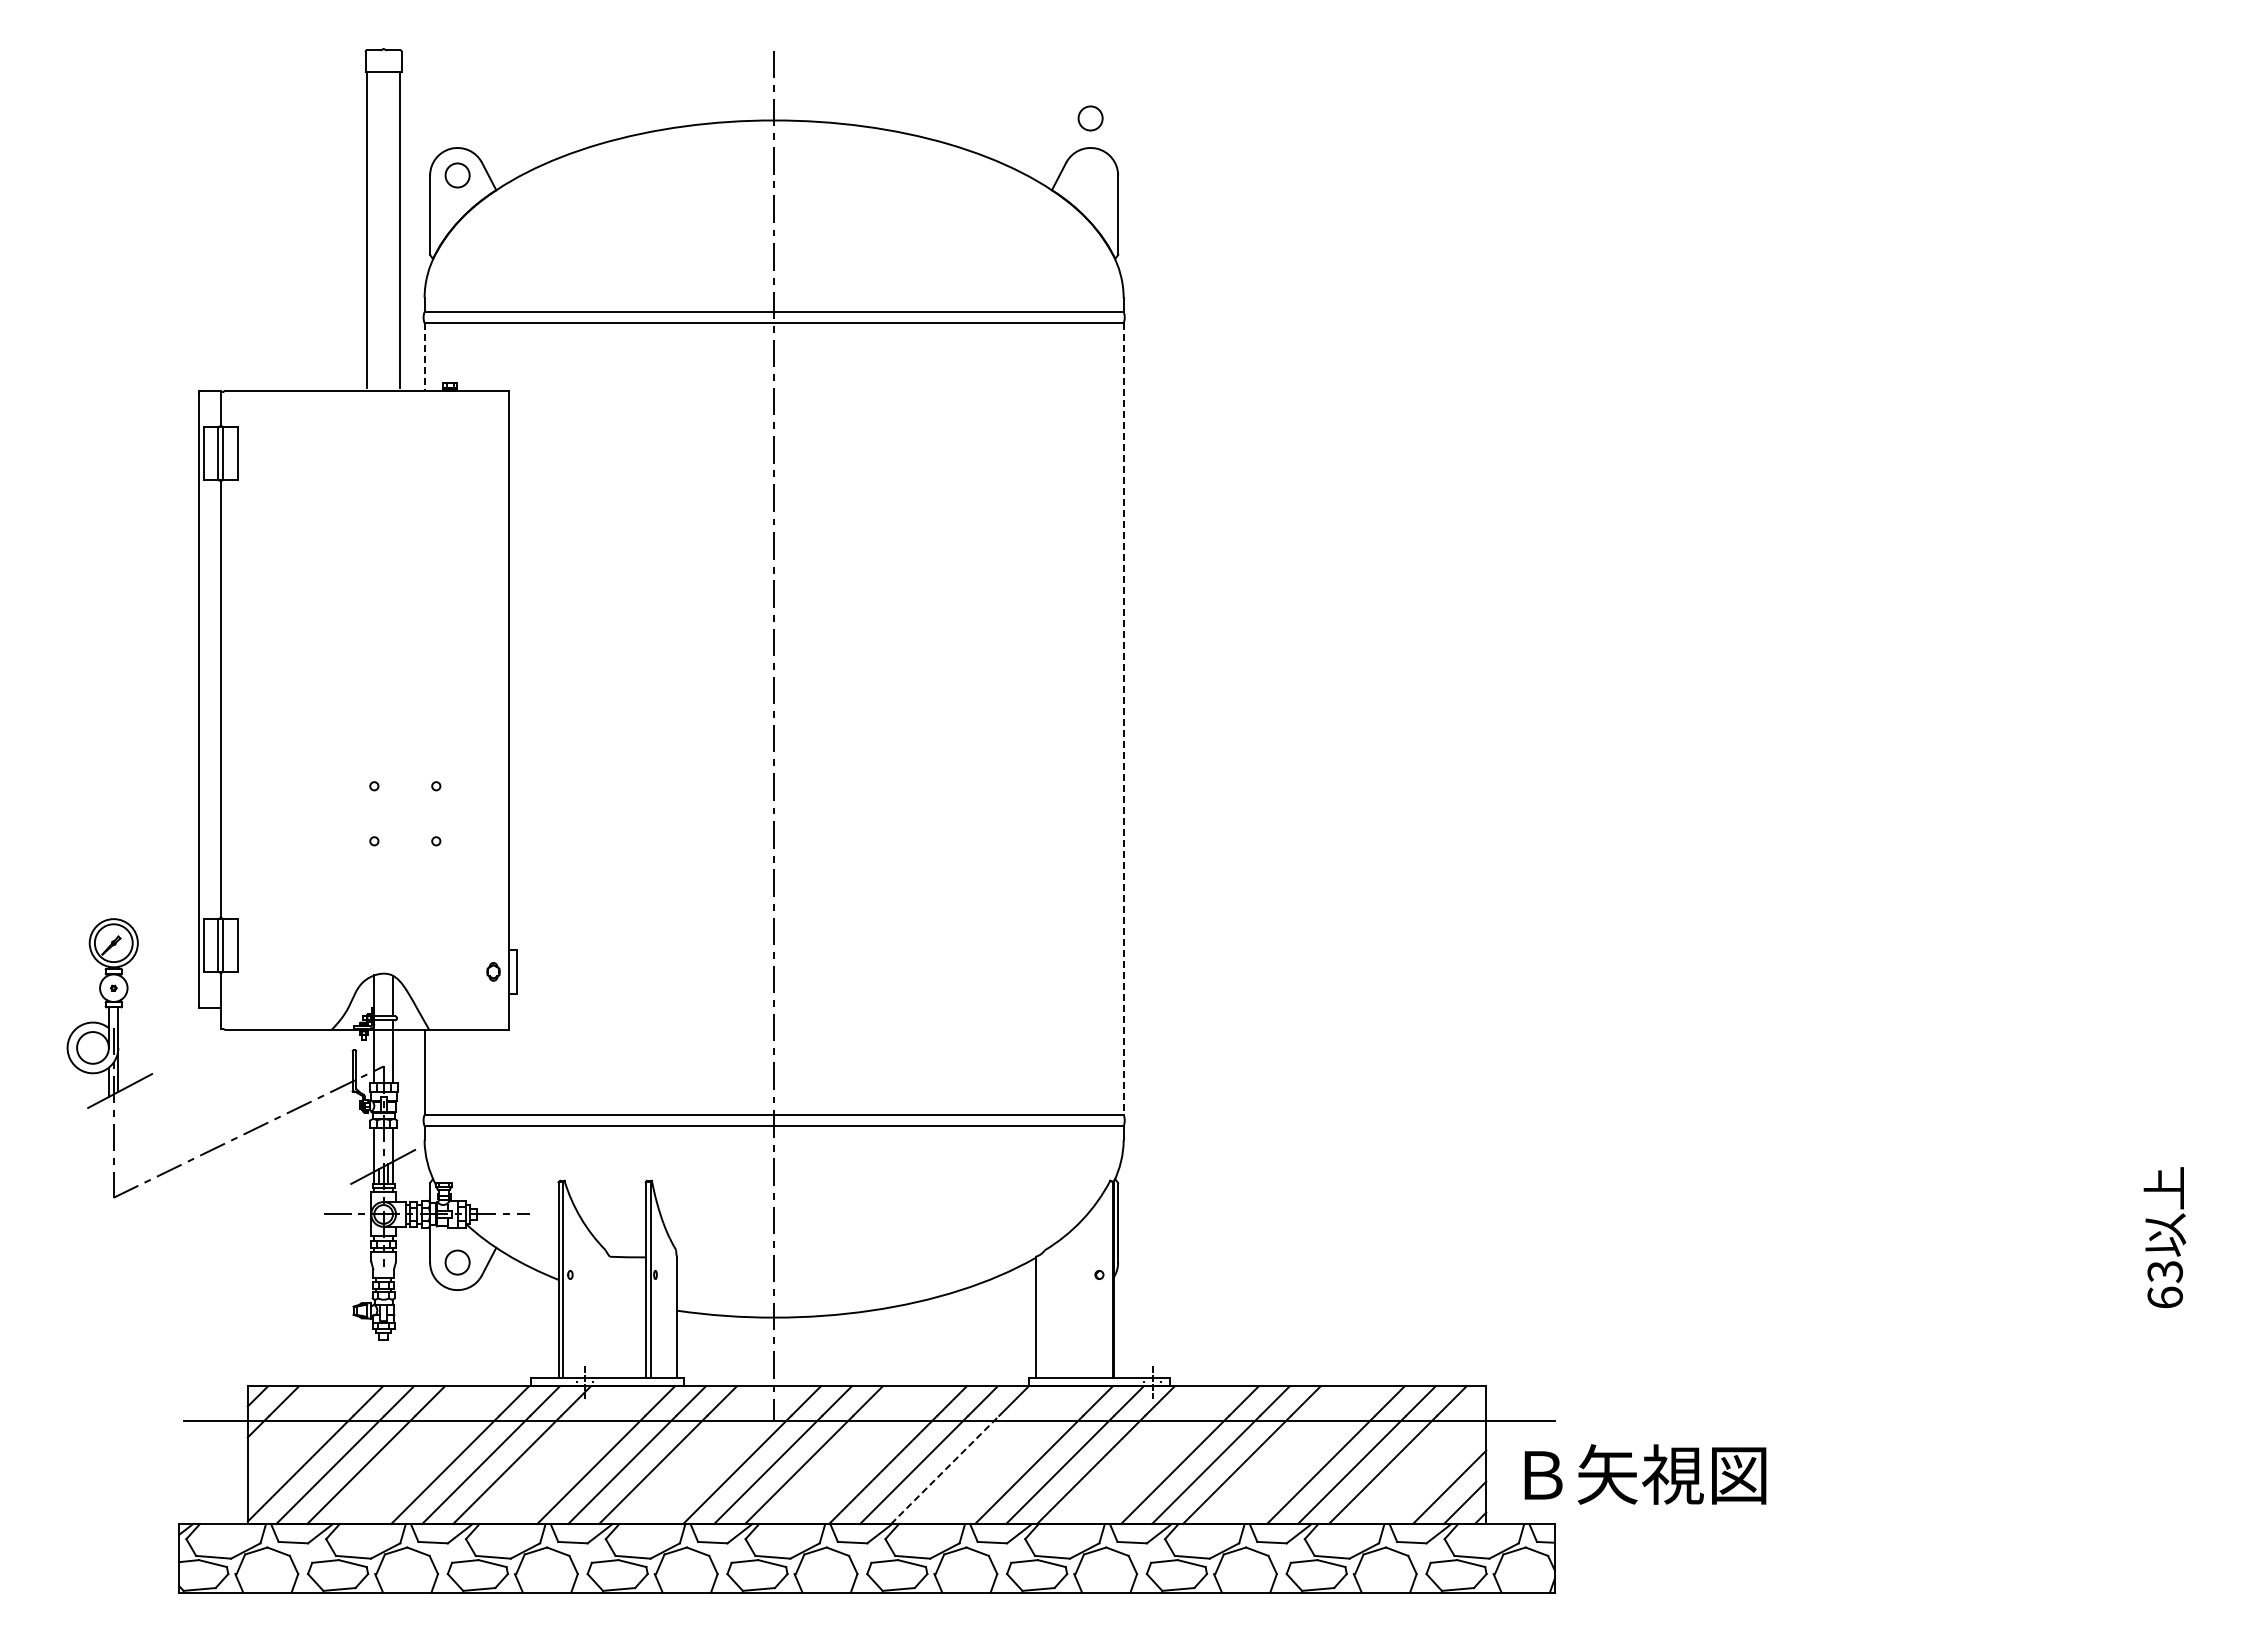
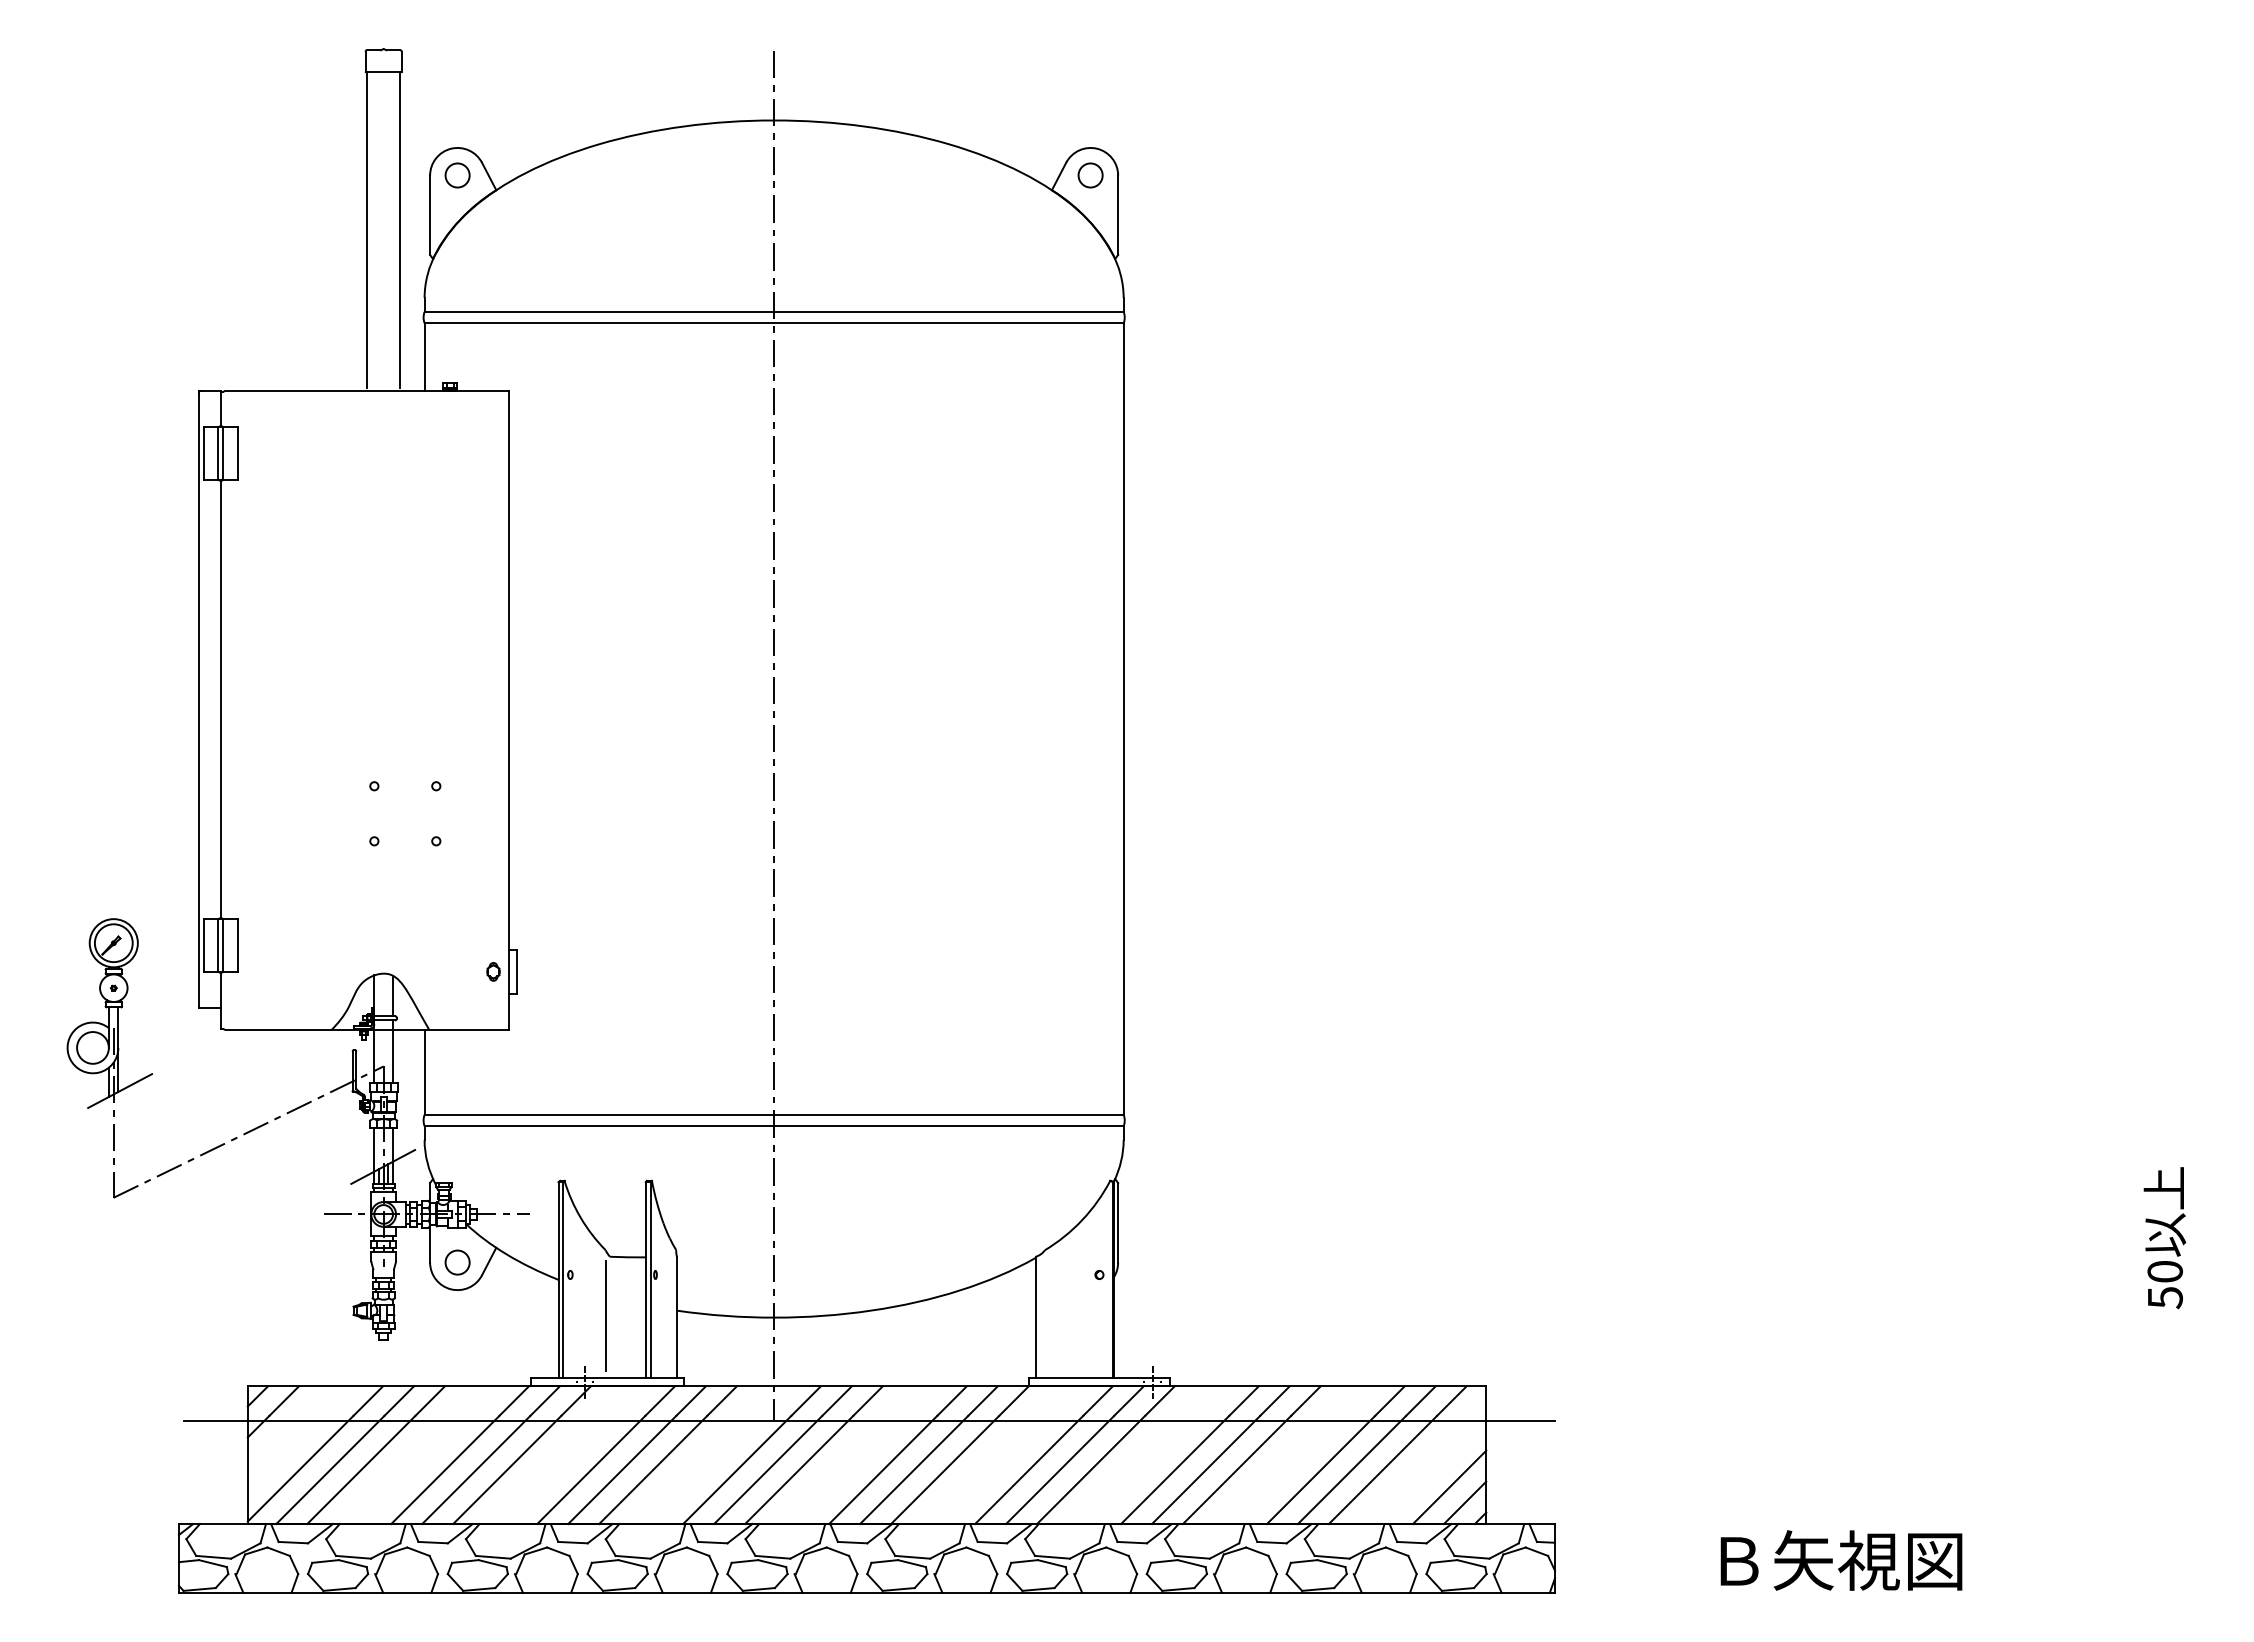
circle at (1090, 118) position: (1090, 118) -> (1090, 175)
line at (424, 356): dashed -> solid
line at (1123, 719): dashed -> solid
text at (2164, 1285): 63 -> 50
line at (605, 1315): none -> present
line at (945, 1469): dashed -> solid
text at (1645, 1474) position: (1645, 1474) -> (1841, 1560)
